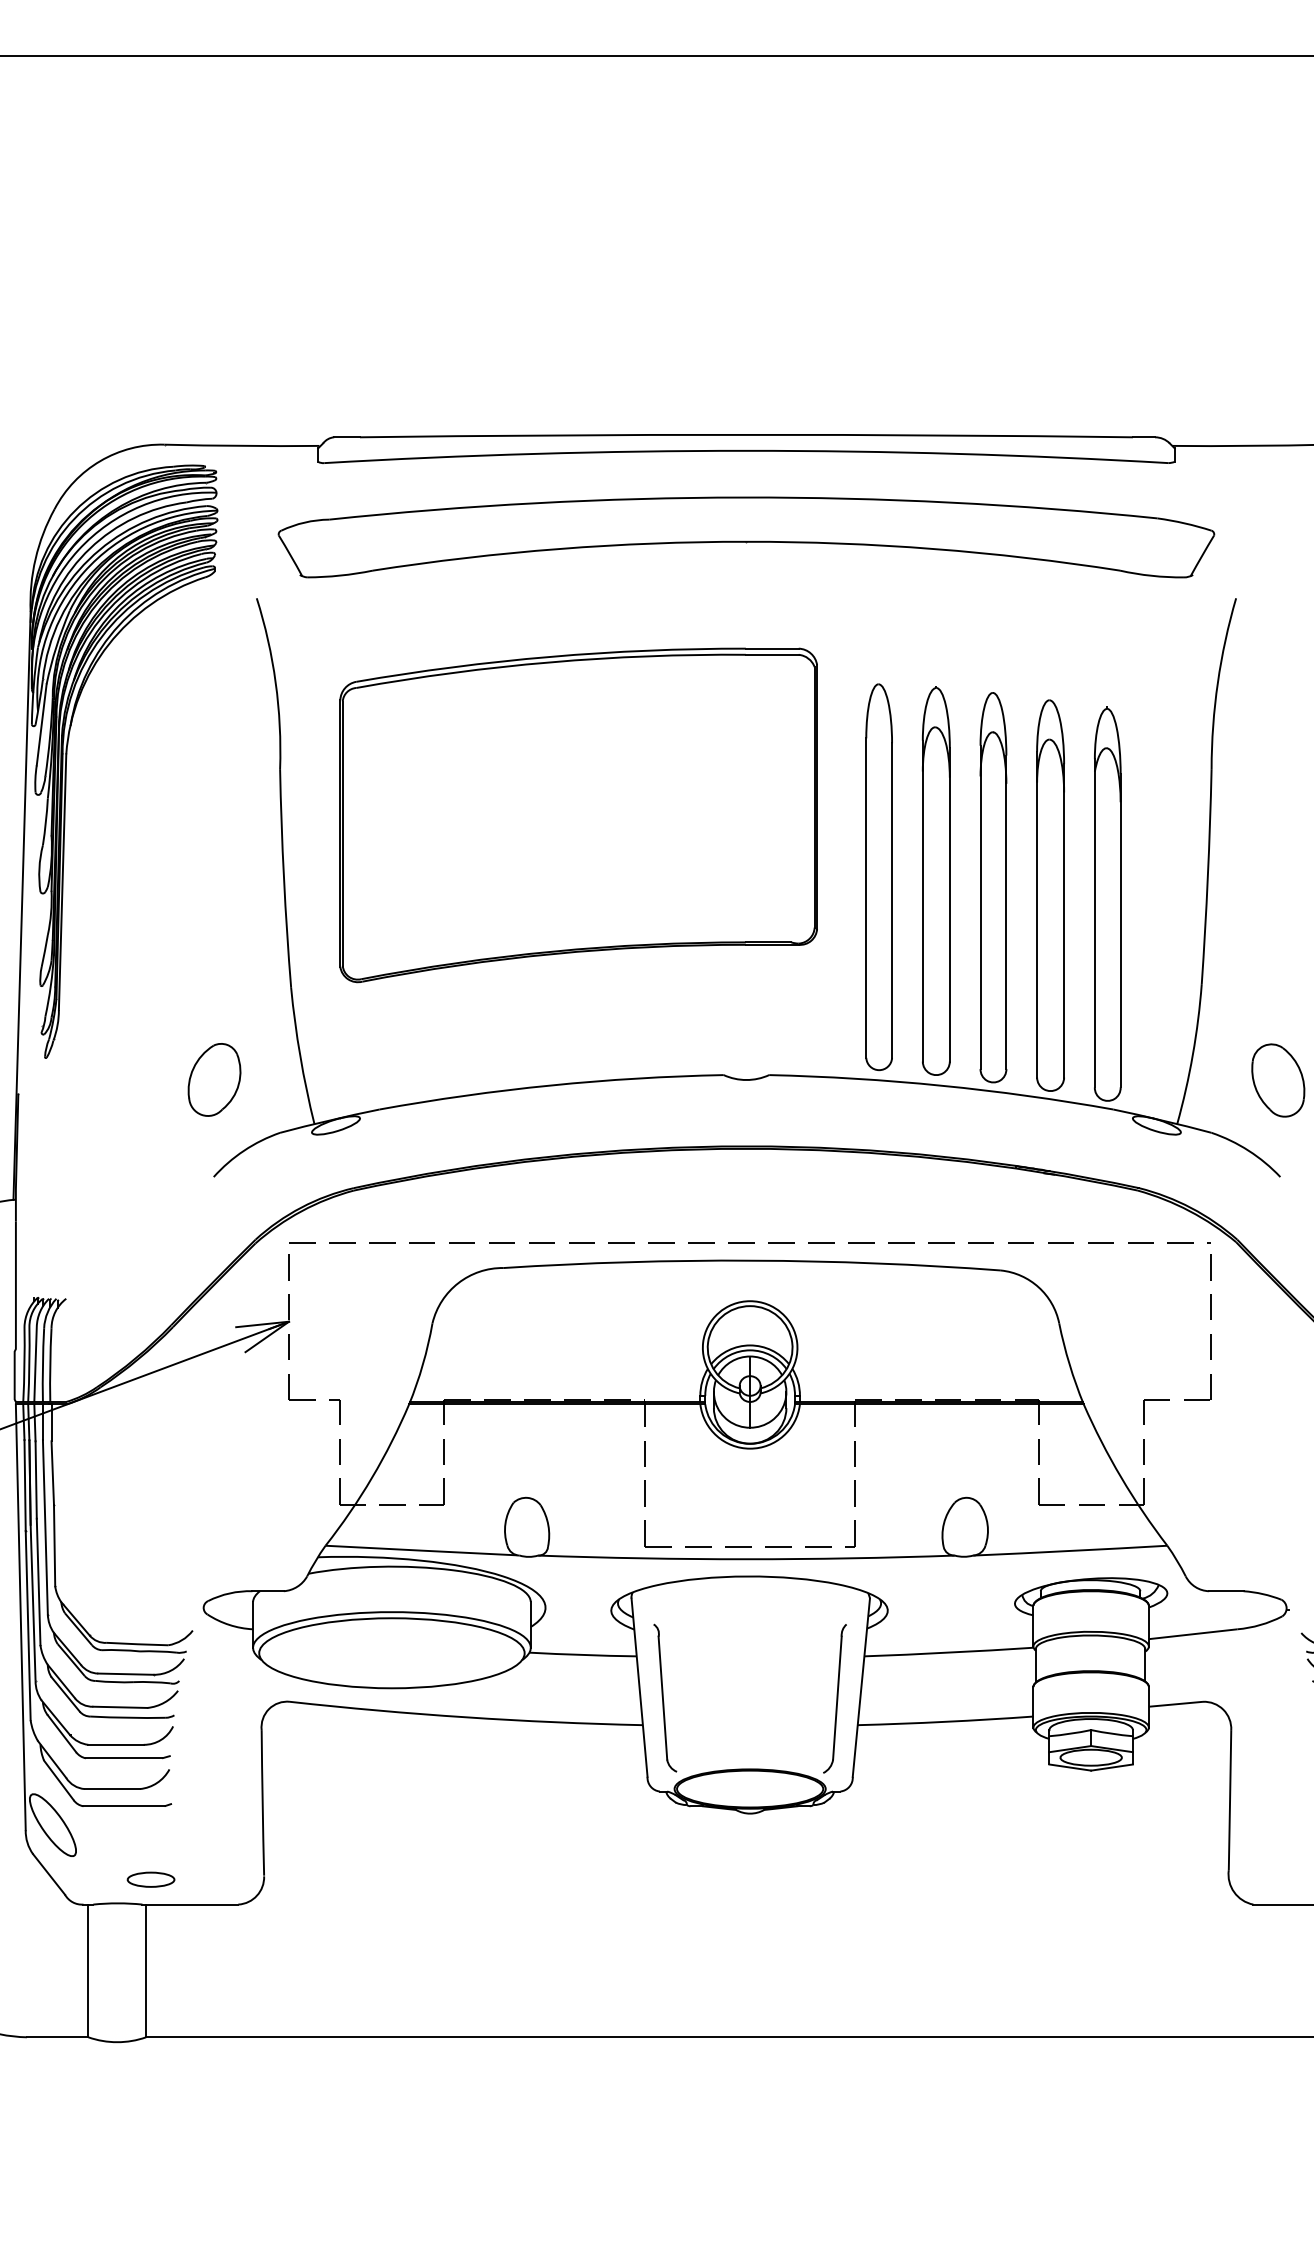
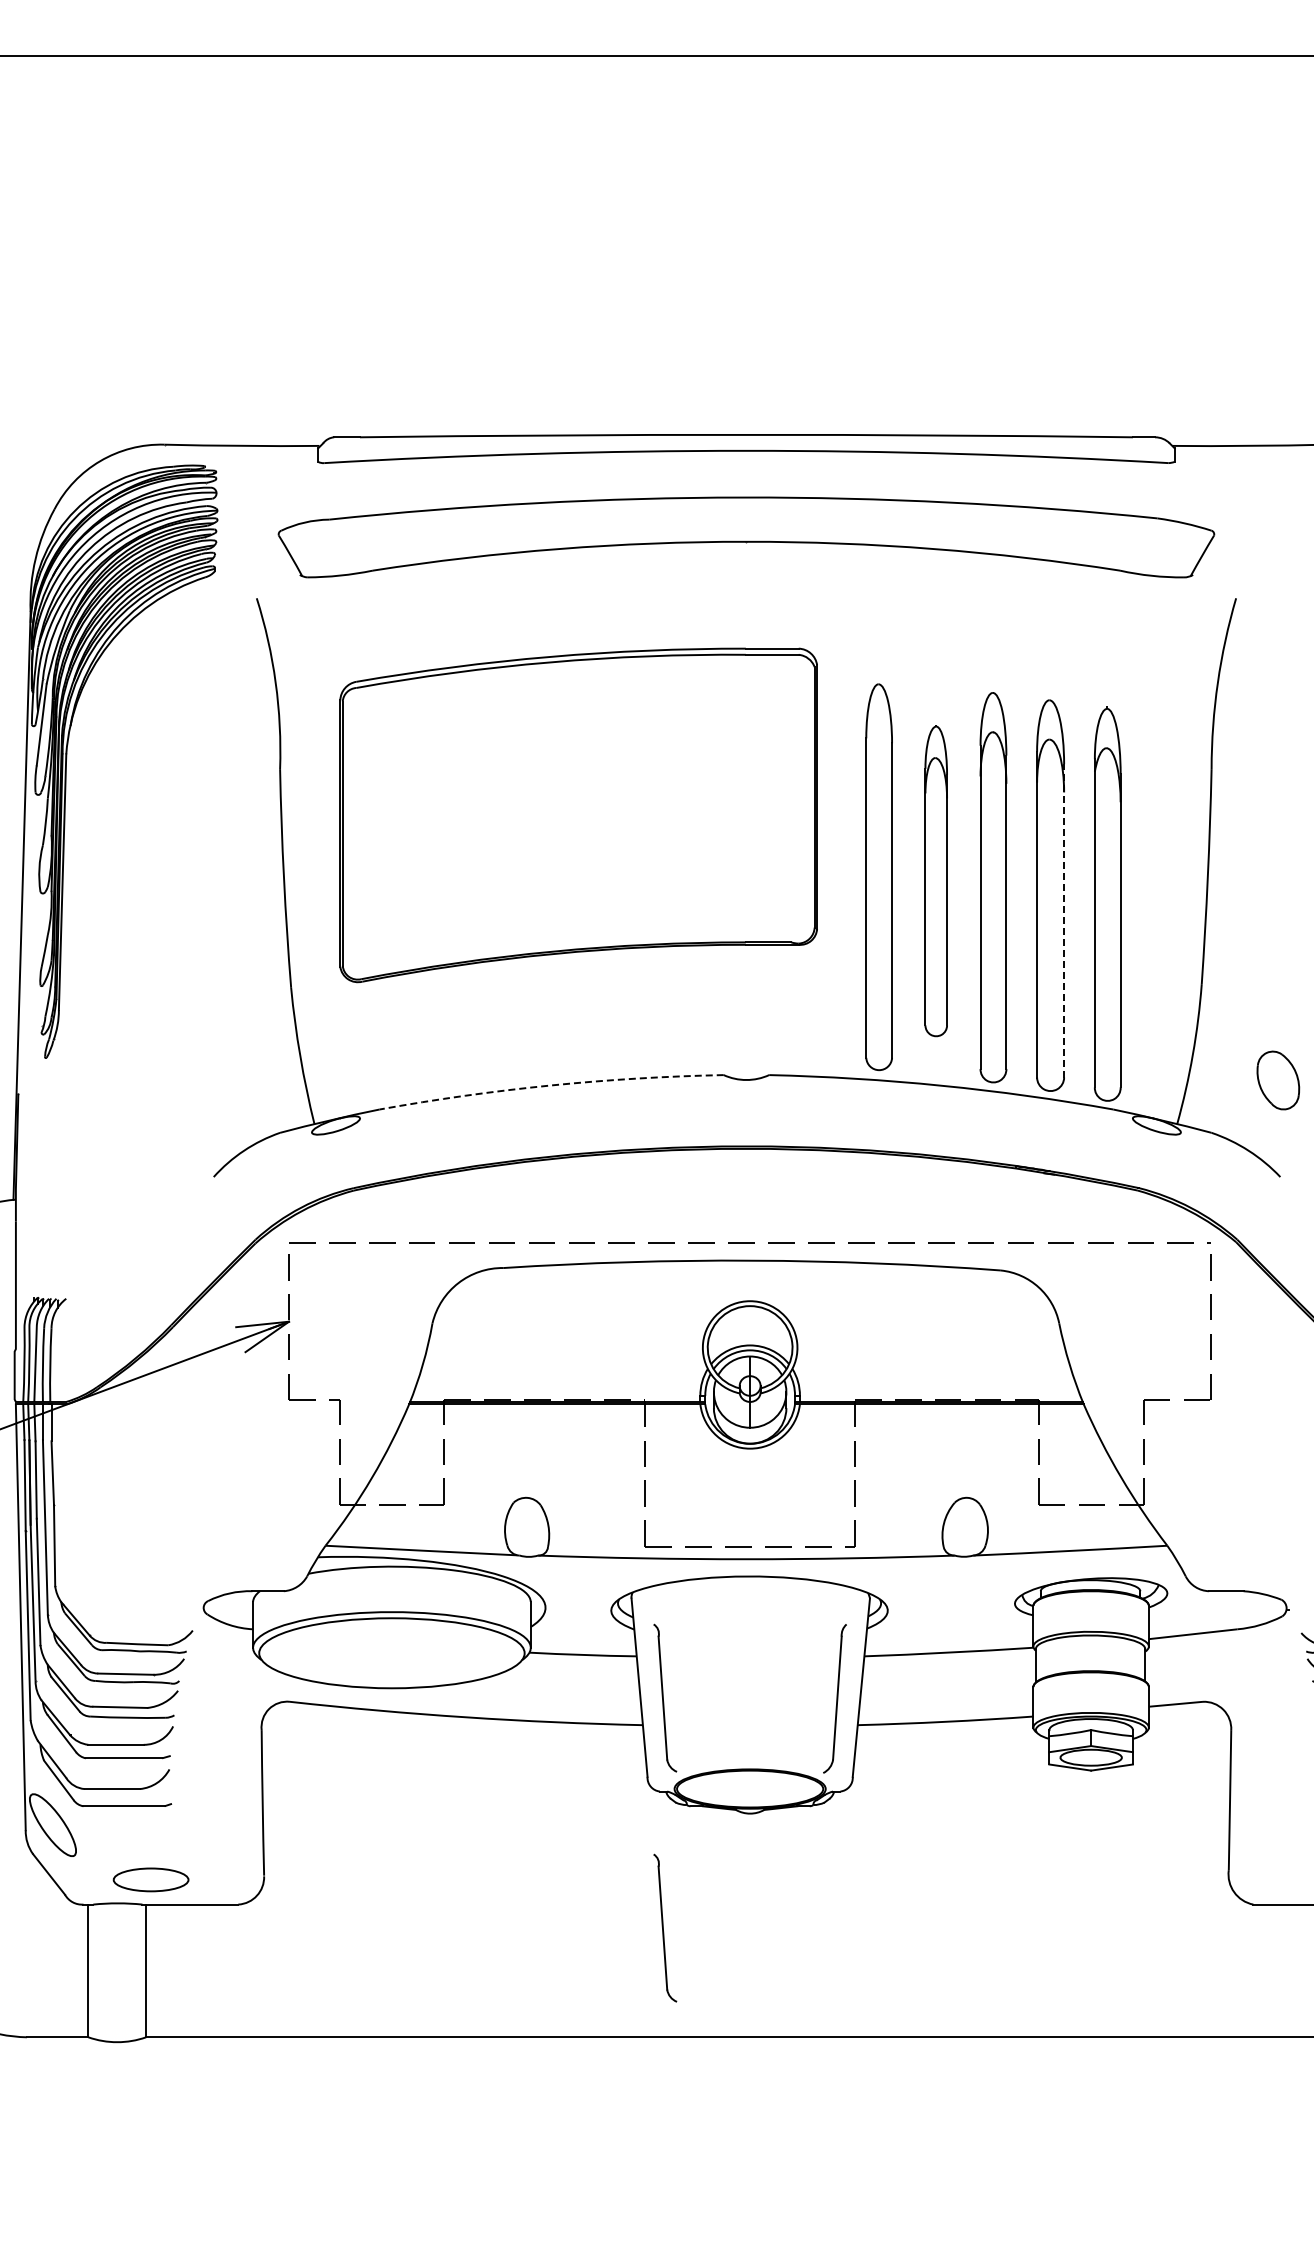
part at (935, 880) size: 30x390 px -> 24x313 px
line at (1064, 920): solid -> dashed
part at (214, 1079): present -> none
part at (1278, 1080) size: 55x75 px -> 45x61 px
arc at (551, 1085): solid -> dashed
part at (150, 1879) size: 50x17 px -> 78x26 px
part at (665, 1927): none -> present
